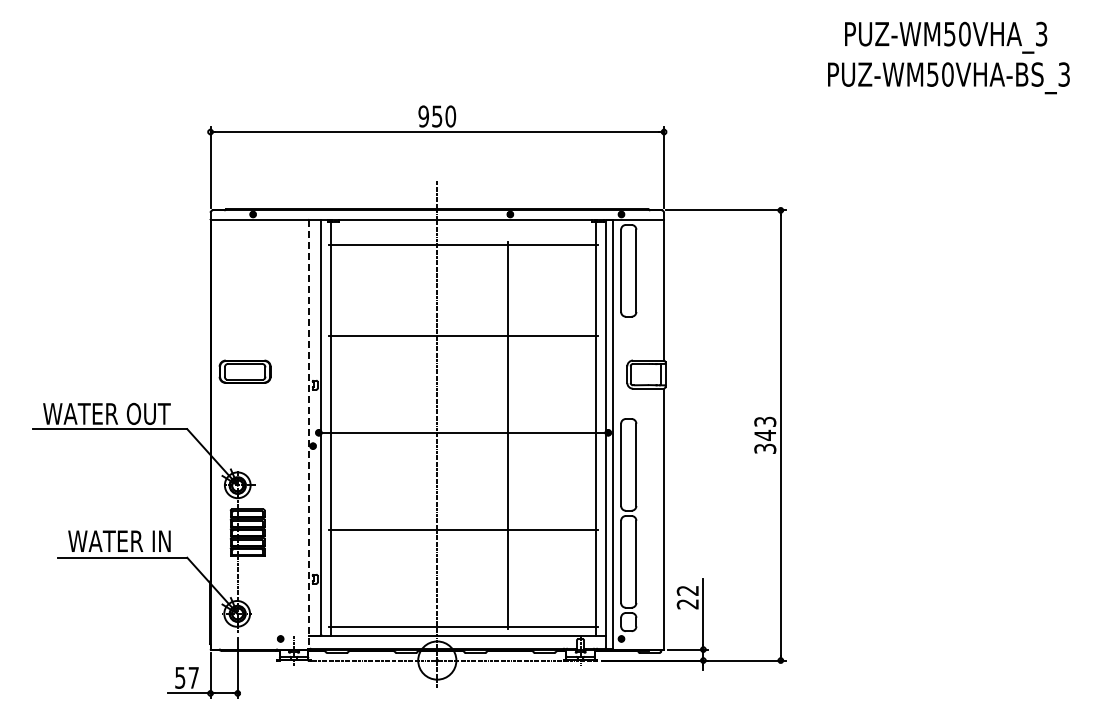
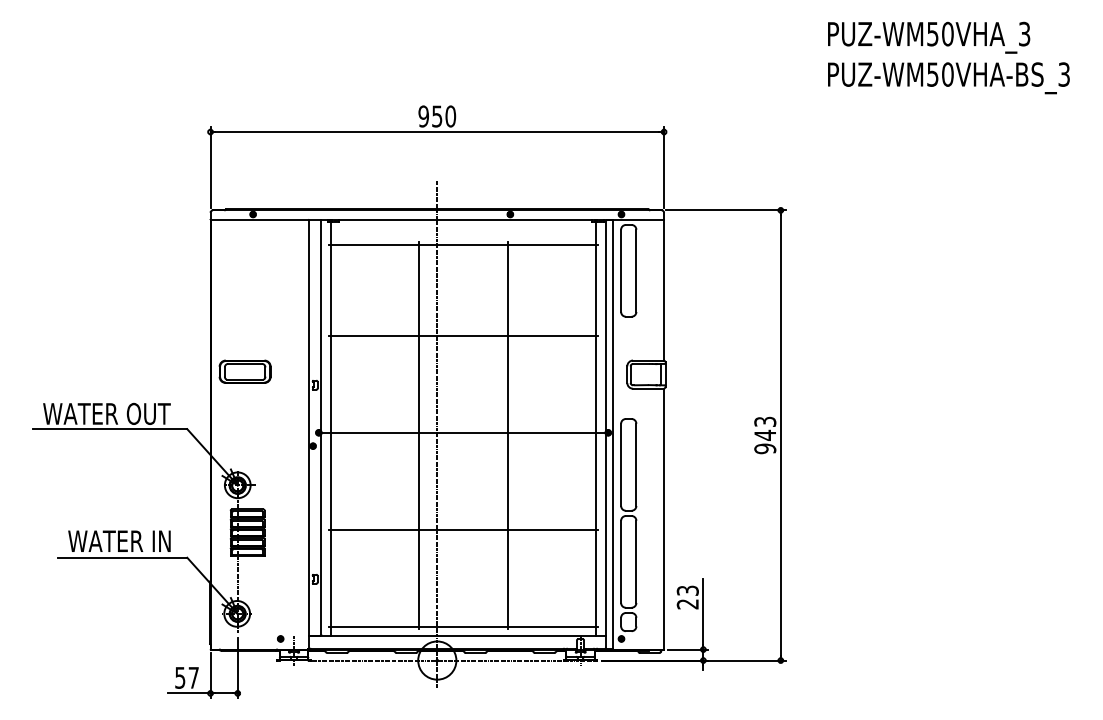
text at (946, 37) position: (946, 37) -> (929, 37)
line at (308, 434): dashed -> solid
line at (419, 435): none -> present
text at (765, 448): 343 -> 943
text at (687, 590): 22 -> 23
